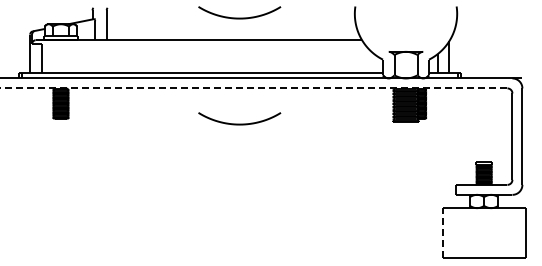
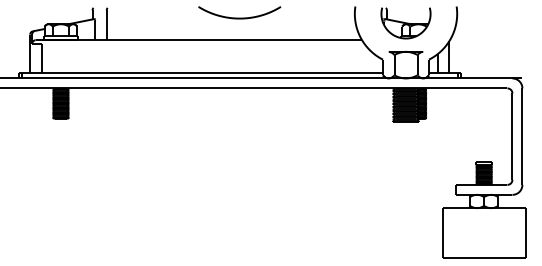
part at (405, 23): none -> present
line at (253, 88): dashed -> solid
curve at (239, 123): present -> none
line at (442, 233): dashed -> solid
